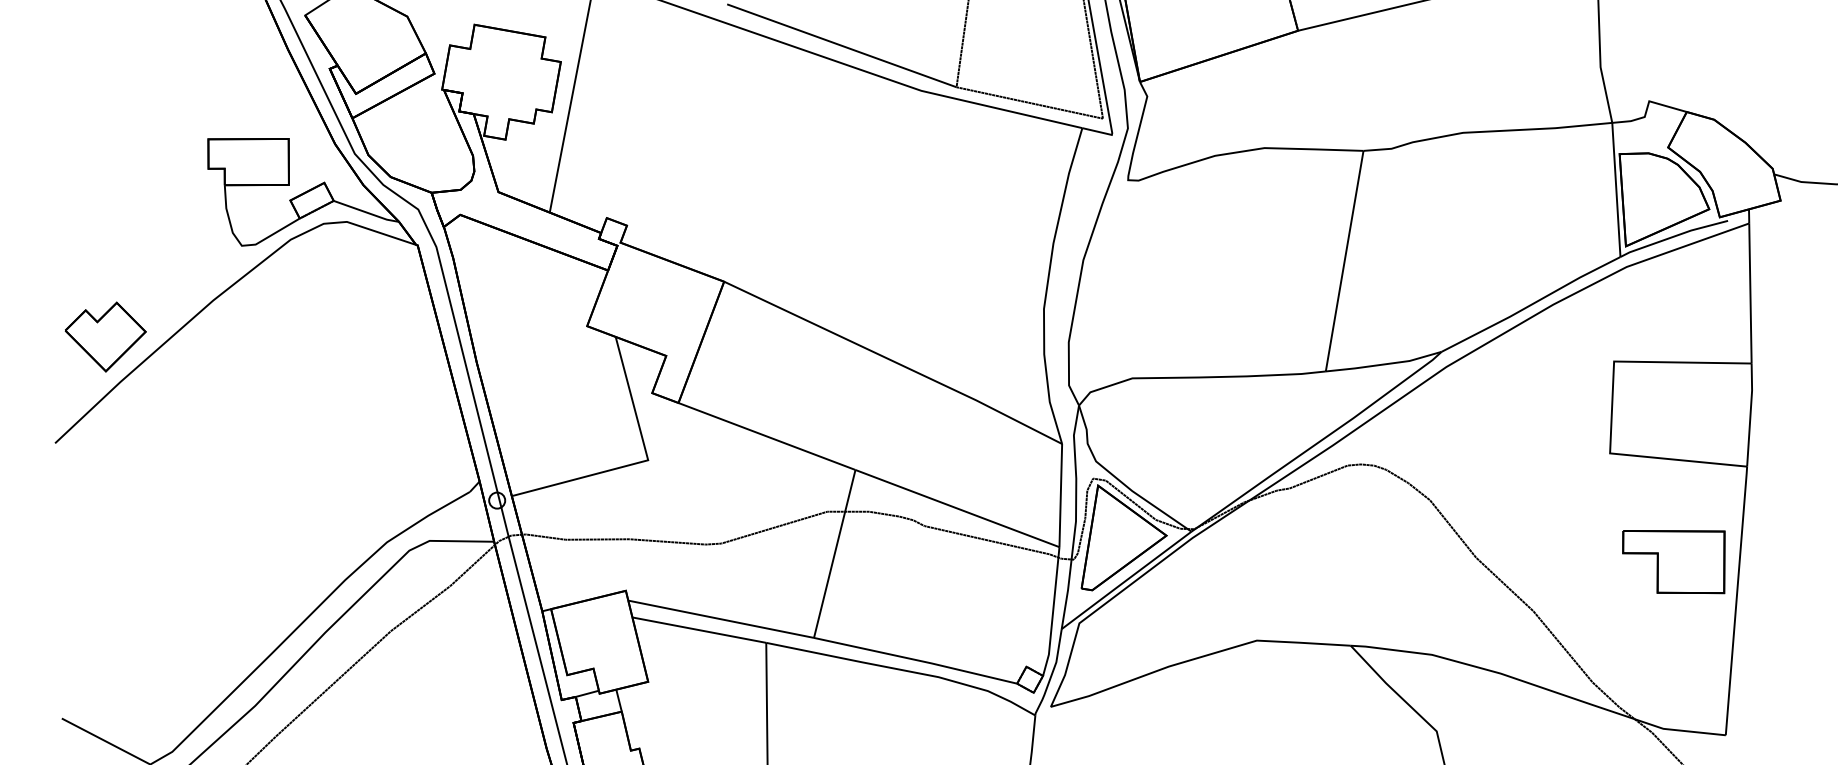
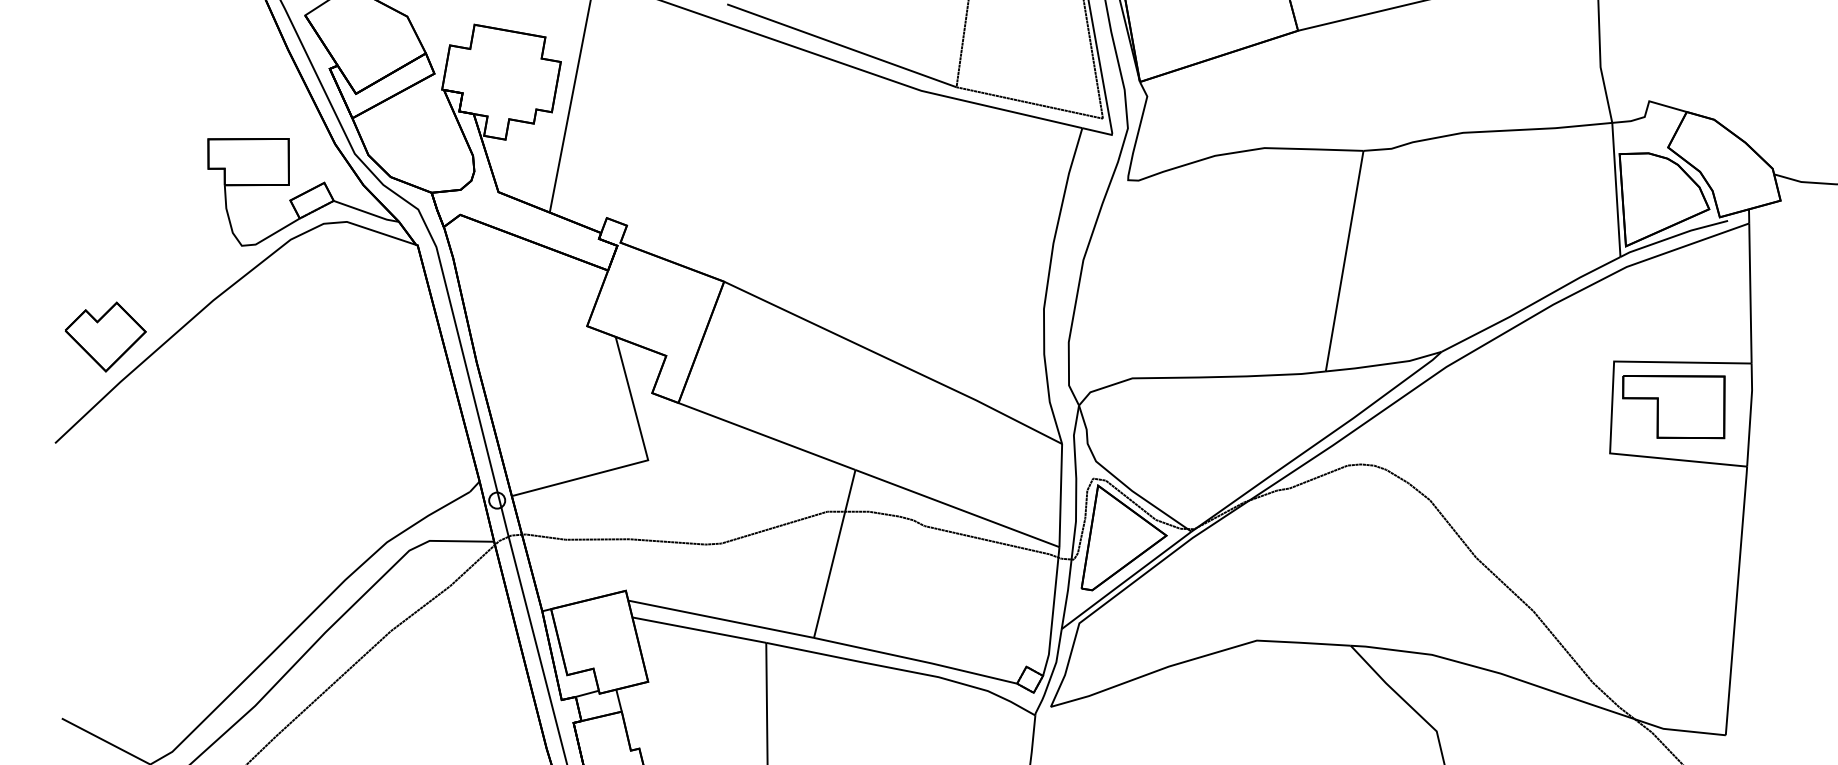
part at (1673, 562) position: (1673, 562) -> (1673, 407)
